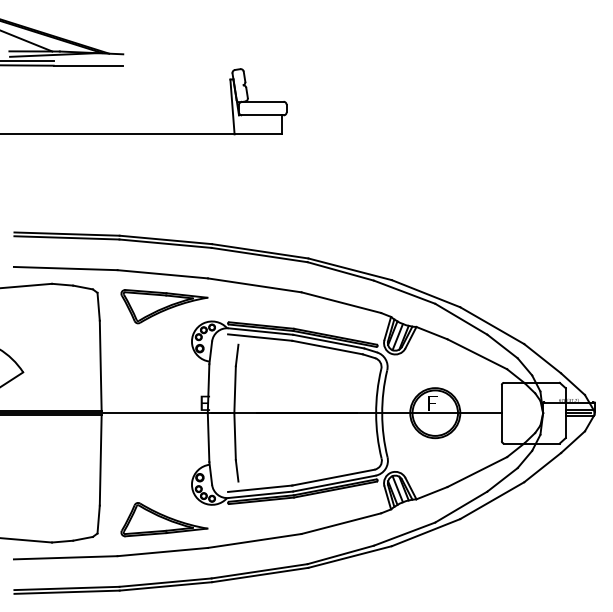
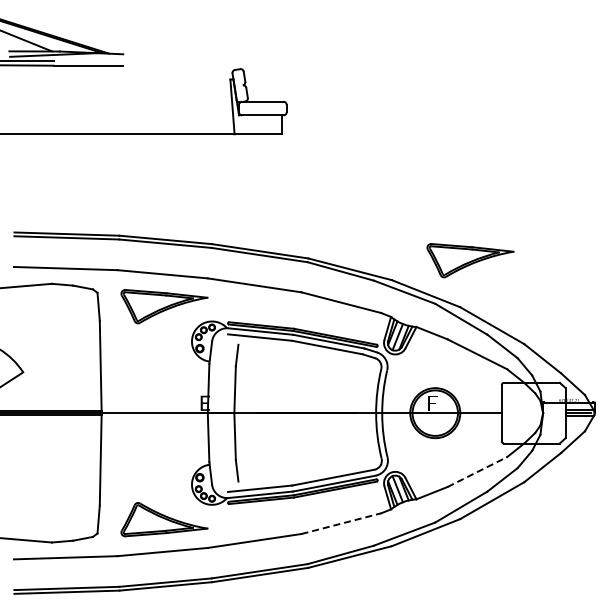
part at (470, 260): none -> present
line at (477, 471): solid -> dashed
line at (341, 523): solid -> dashed
